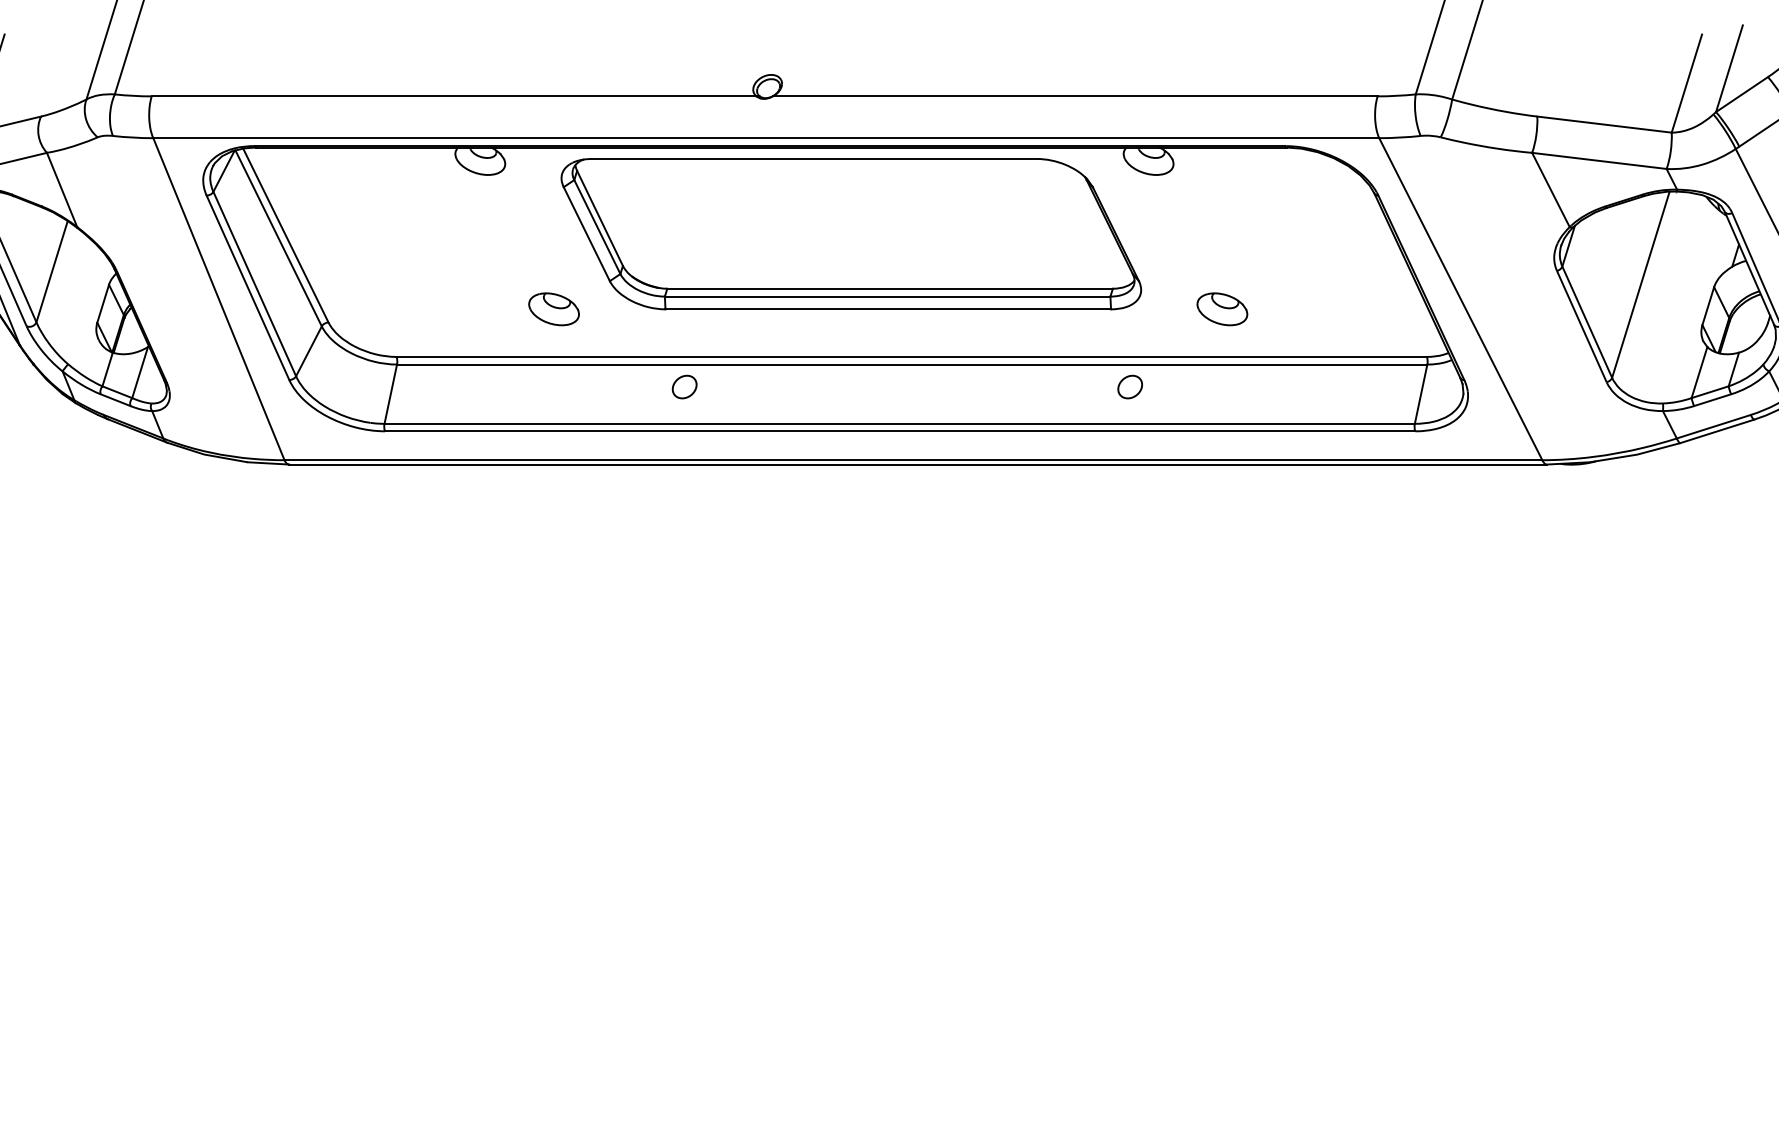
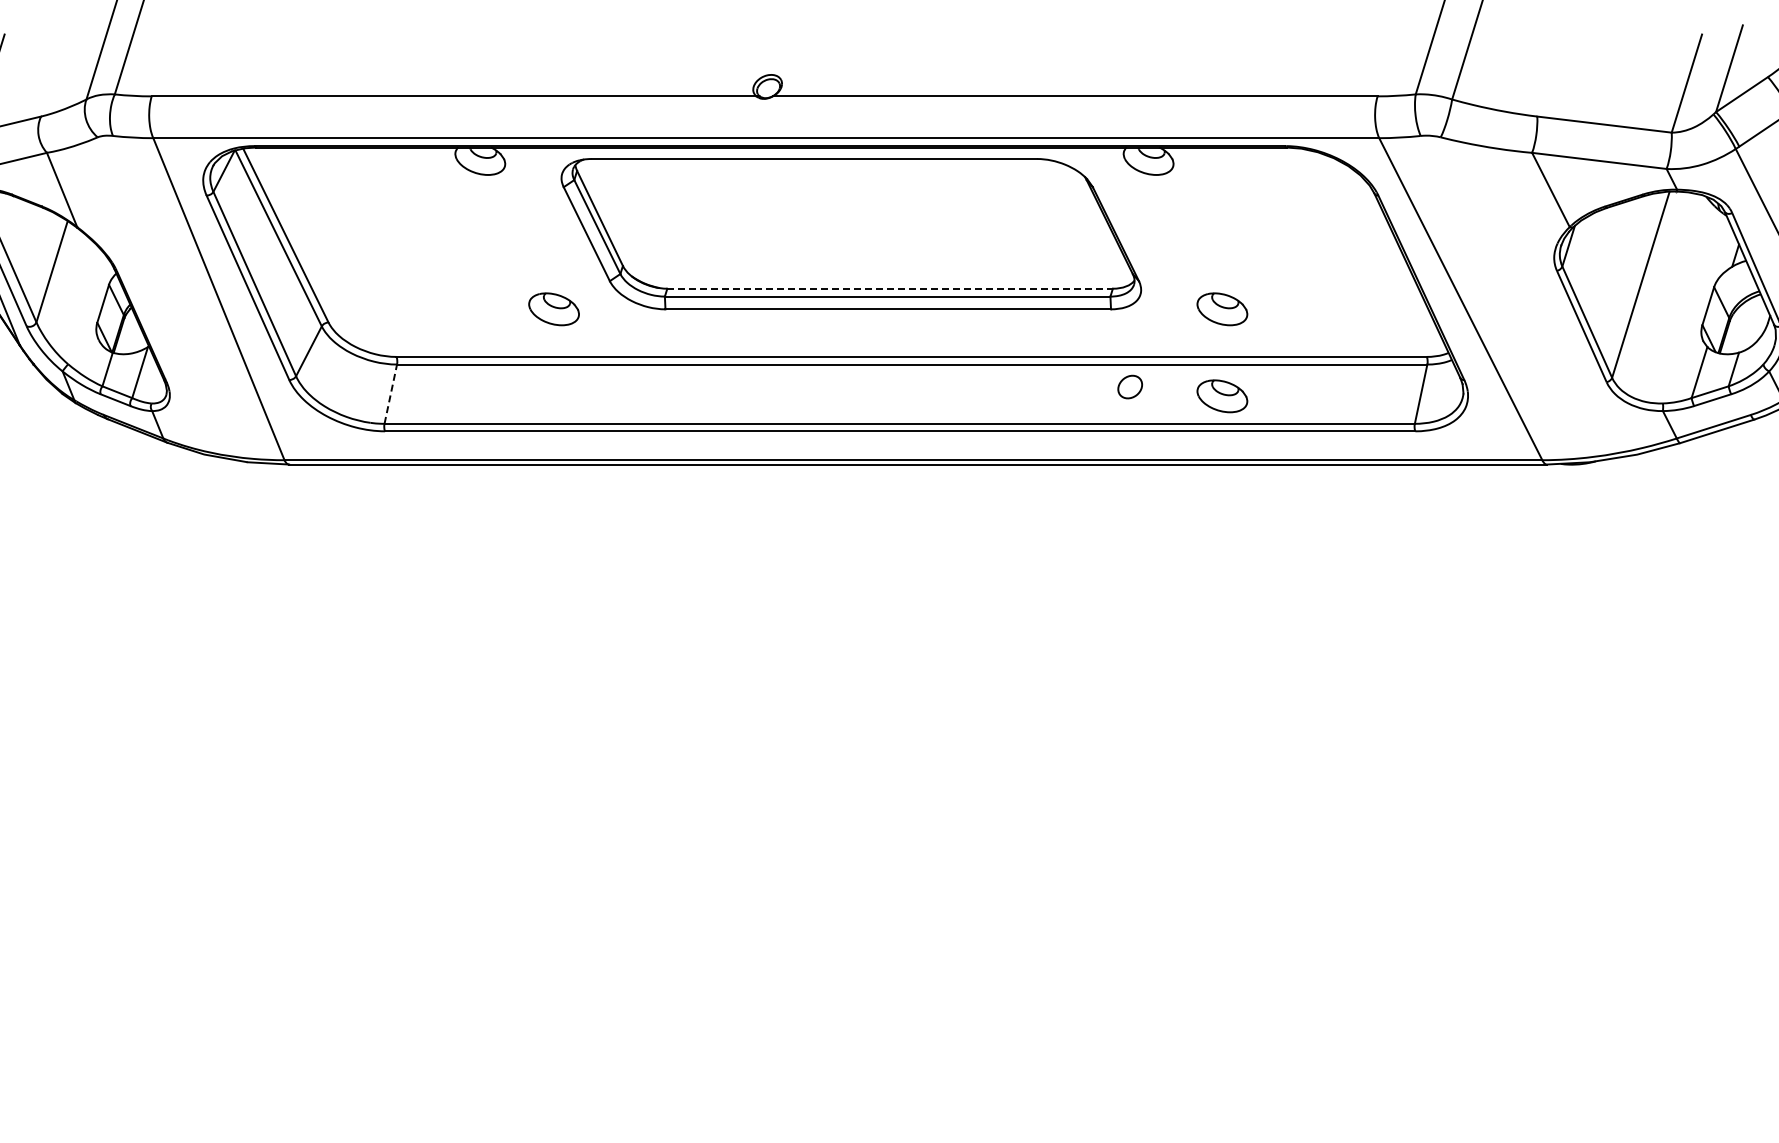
line at (890, 288): solid -> dashed
part at (684, 386): present -> none
line at (390, 393): solid -> dashed
part at (1222, 396): none -> present
